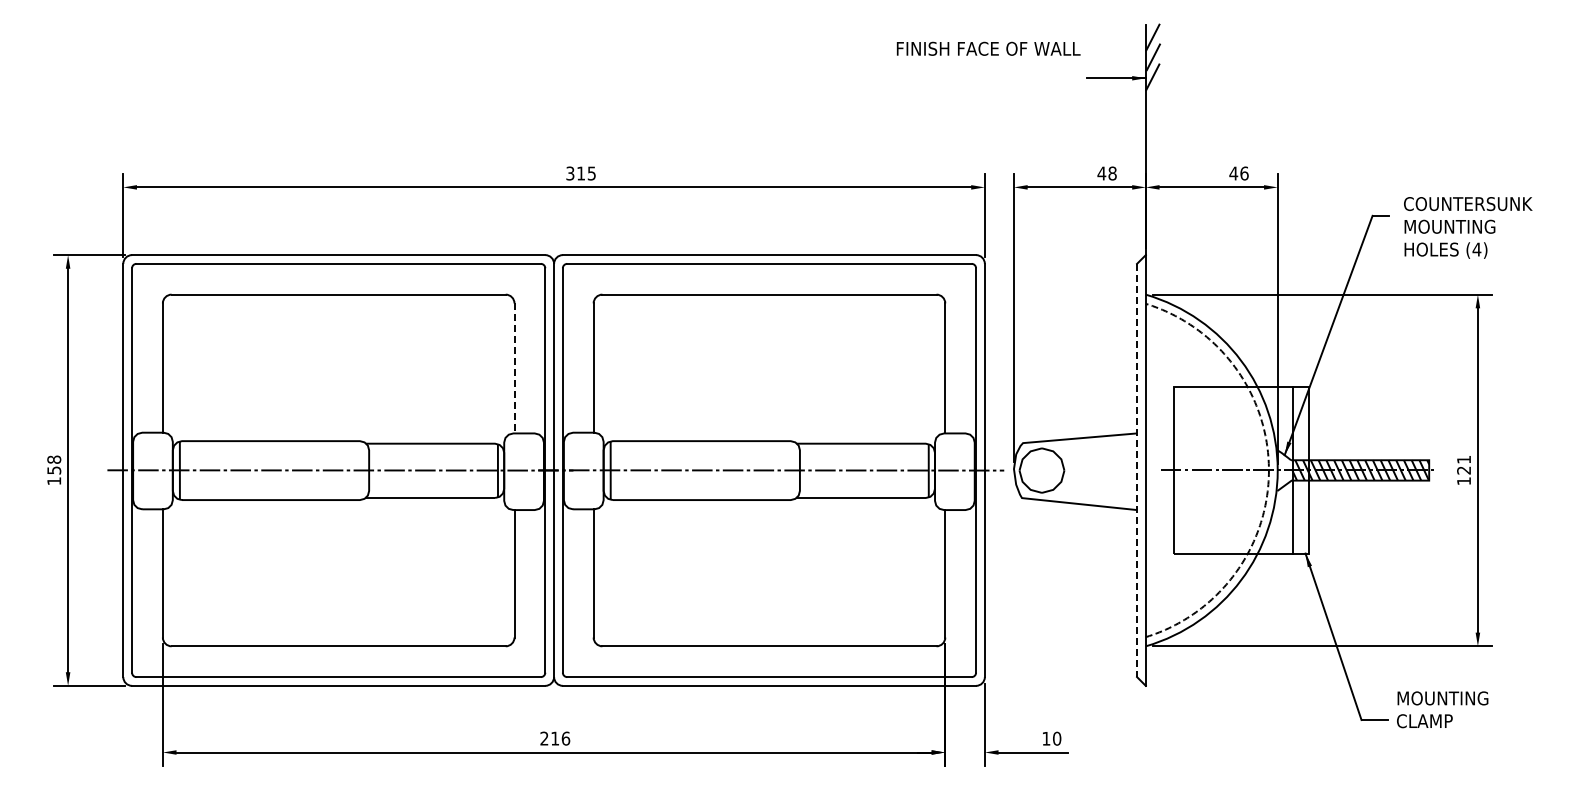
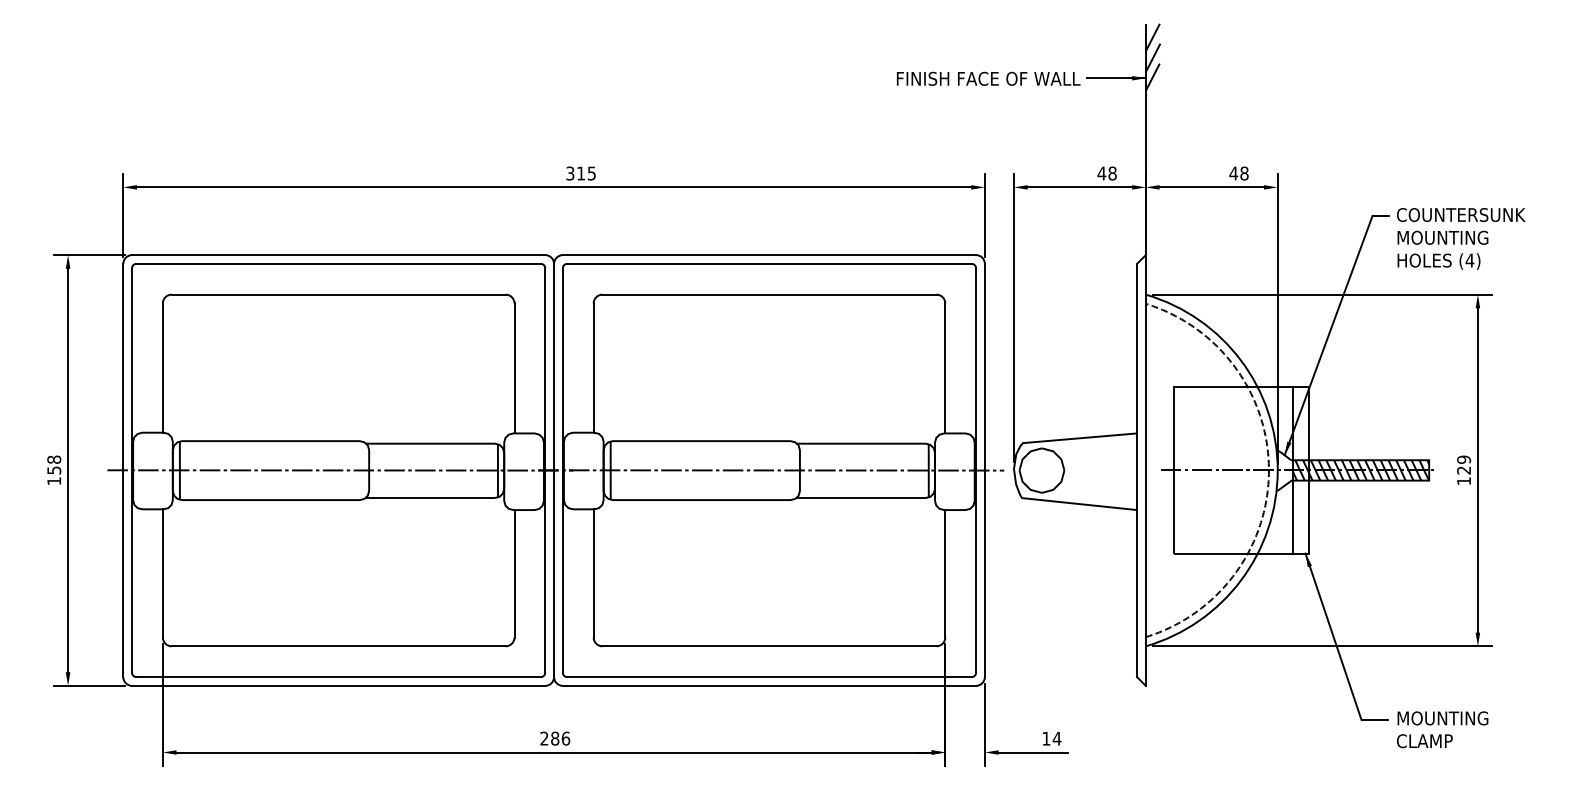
text at (988, 48) position: (988, 48) -> (988, 78)
text at (1244, 173): 46 -> 48
text at (1468, 227) position: (1468, 227) -> (1461, 238)
line at (514, 368): dashed -> solid
text at (1464, 459): 121 -> 129
line at (1137, 470): dashed -> solid
text at (1442, 709) position: (1442, 709) -> (1442, 729)
text at (555, 738): 216 -> 286
text at (1056, 738): 10 -> 14
